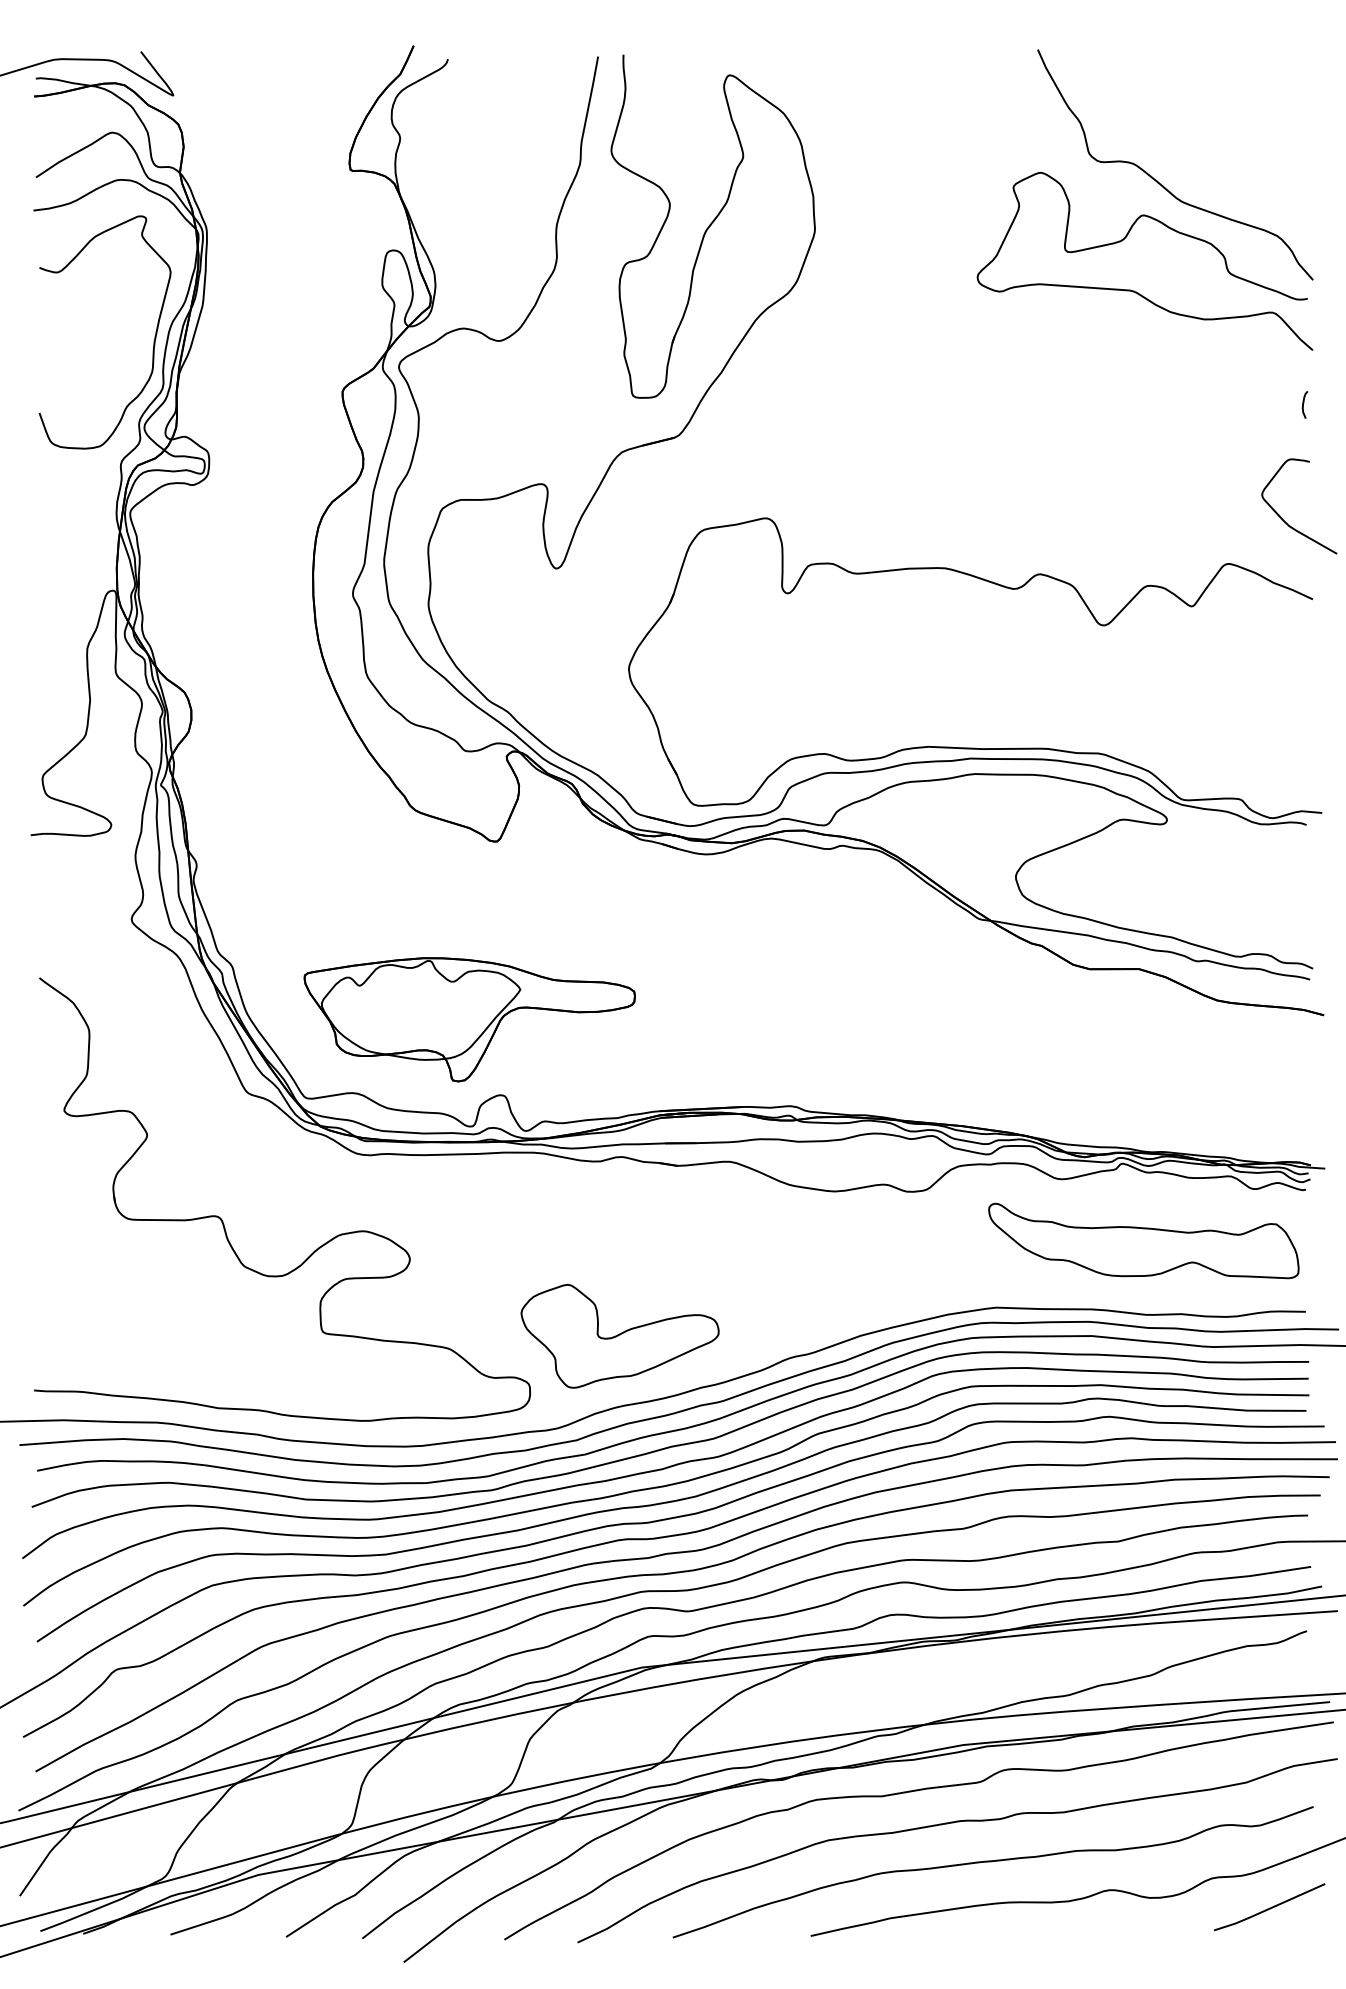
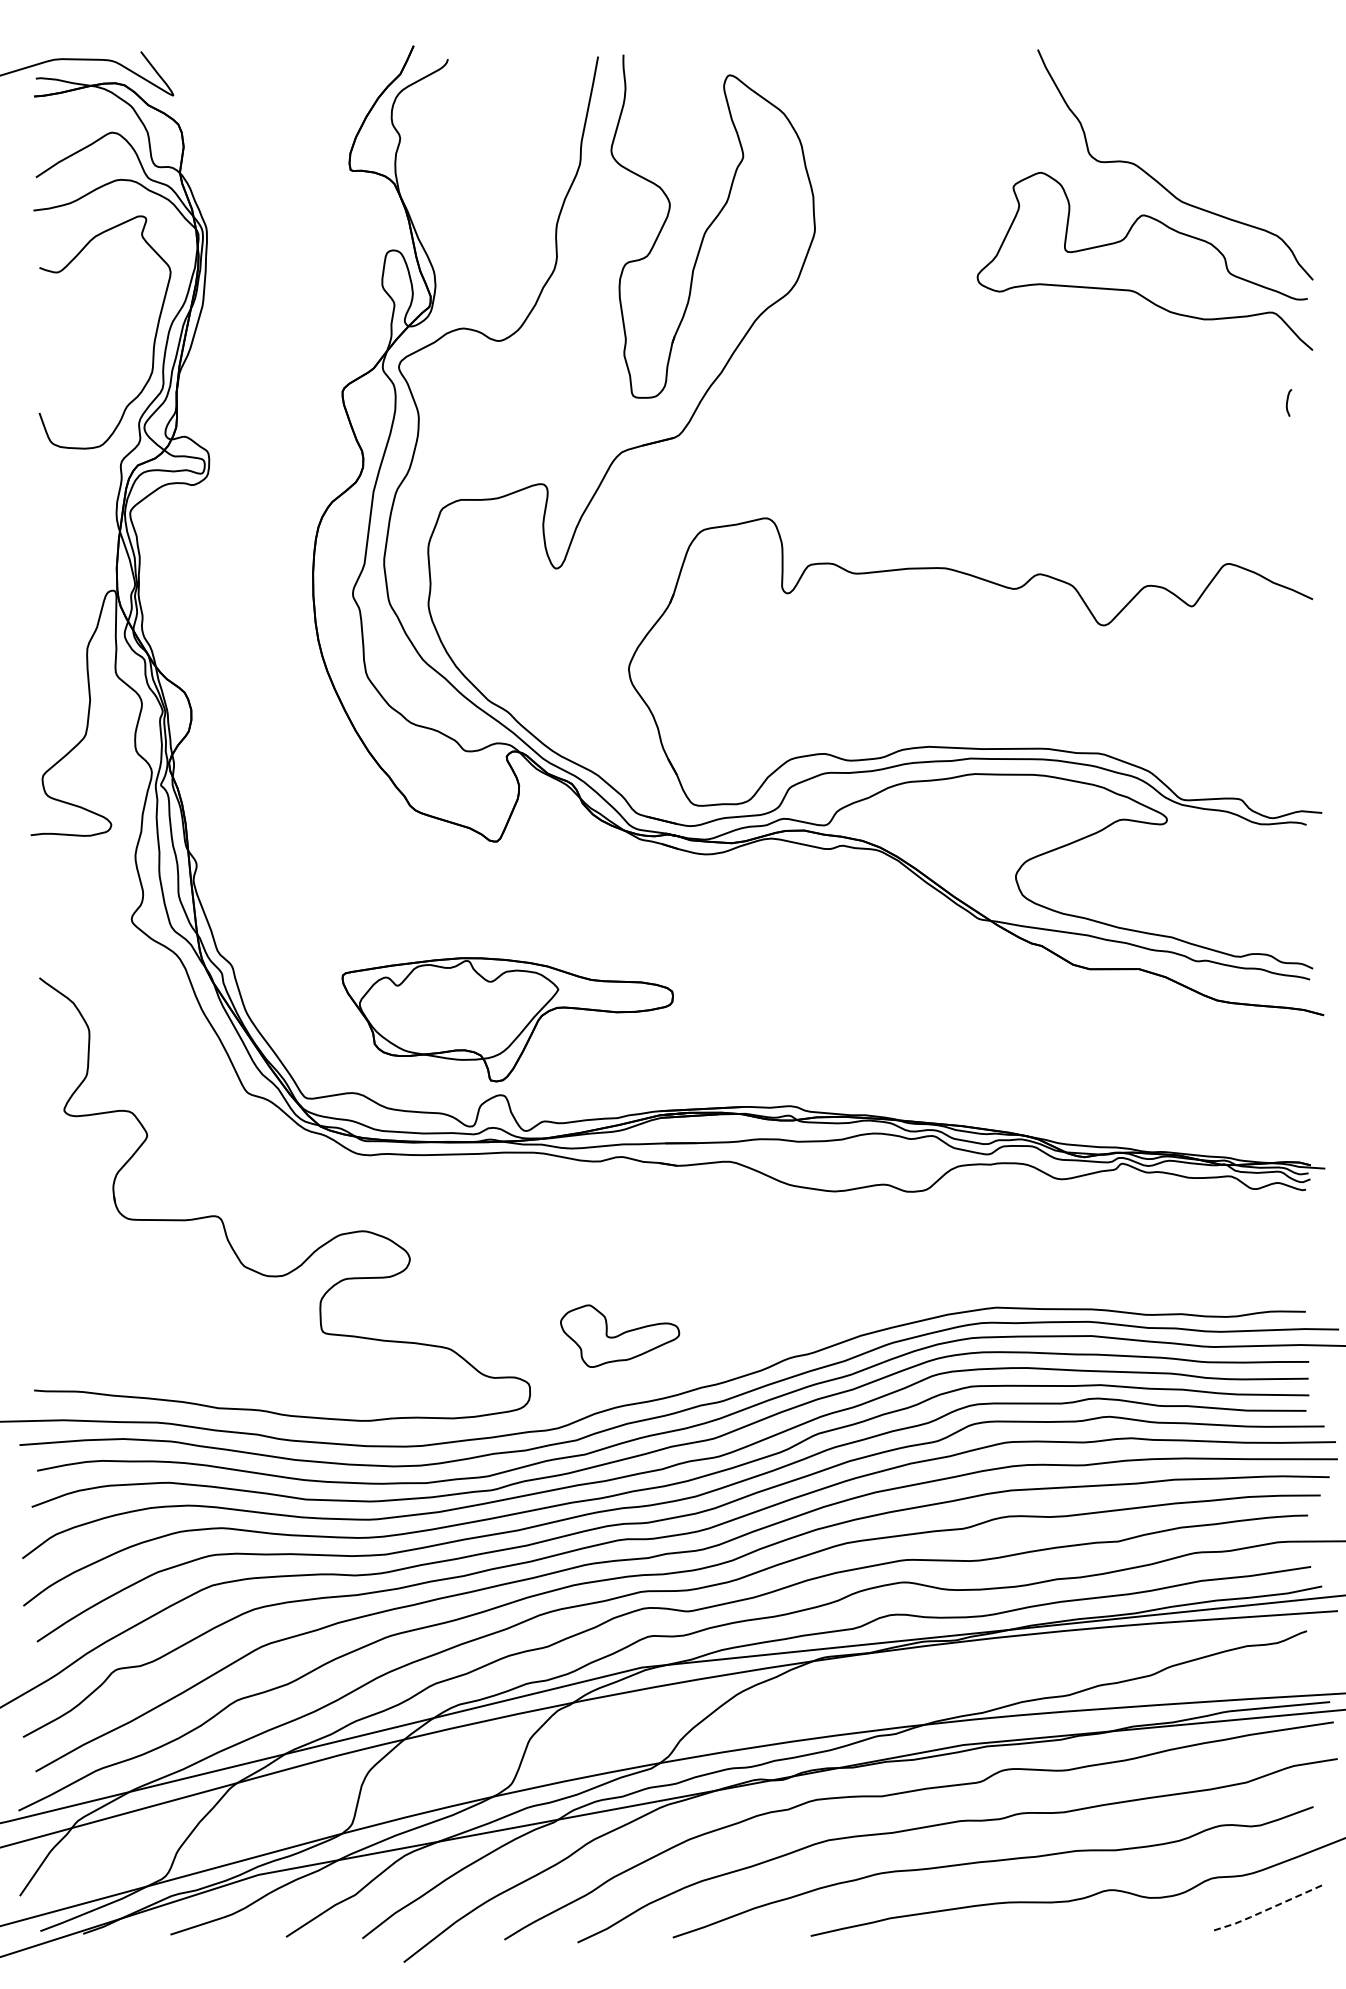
curve at (1304, 403) position: (1304, 403) -> (1288, 401)
curve at (1284, 520): present -> none
part at (469, 1019) position: (469, 1019) -> (507, 1019)
part at (1143, 1240): present -> none
part at (619, 1335) size: 200x106 px -> 121x64 px
line at (1269, 1908): solid -> dashed
